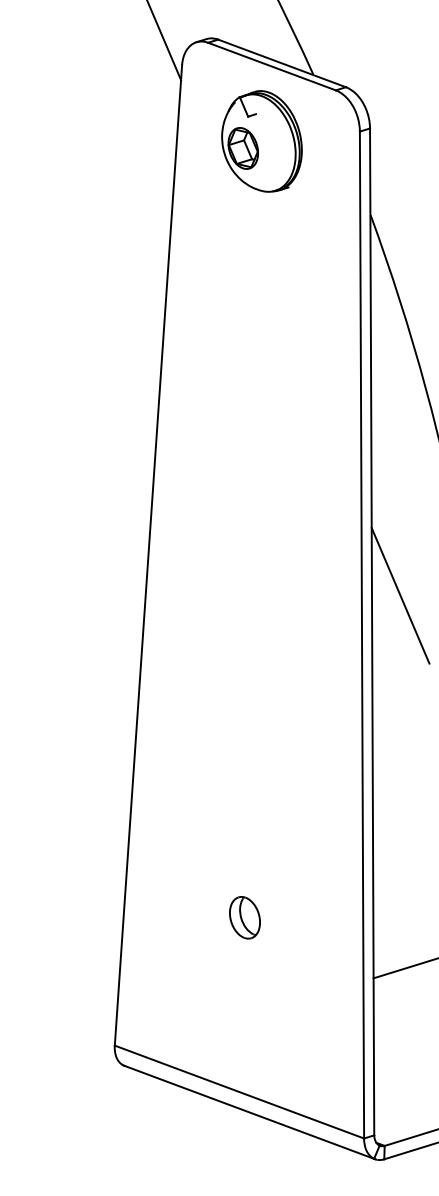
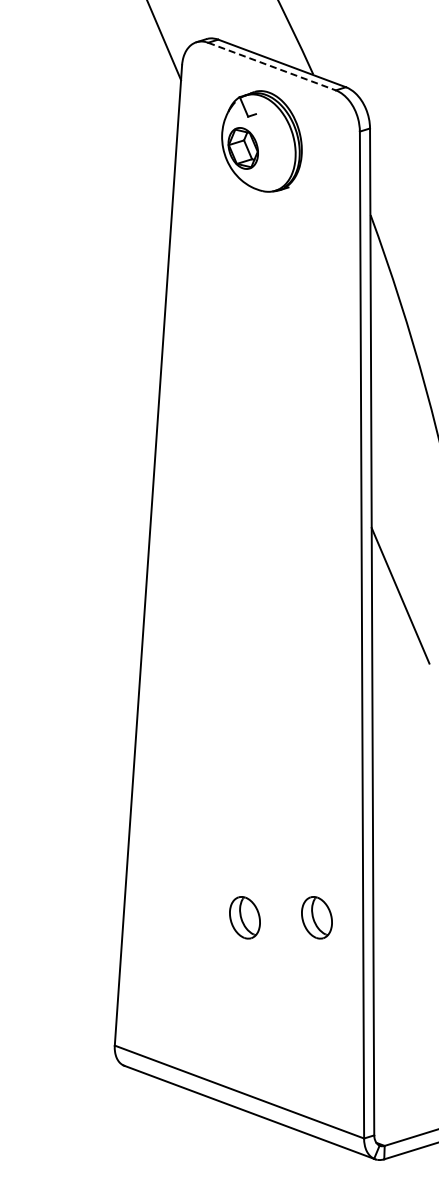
line at (272, 66): solid -> dashed
part at (316, 917): none -> present
line at (404, 968): present -> none
